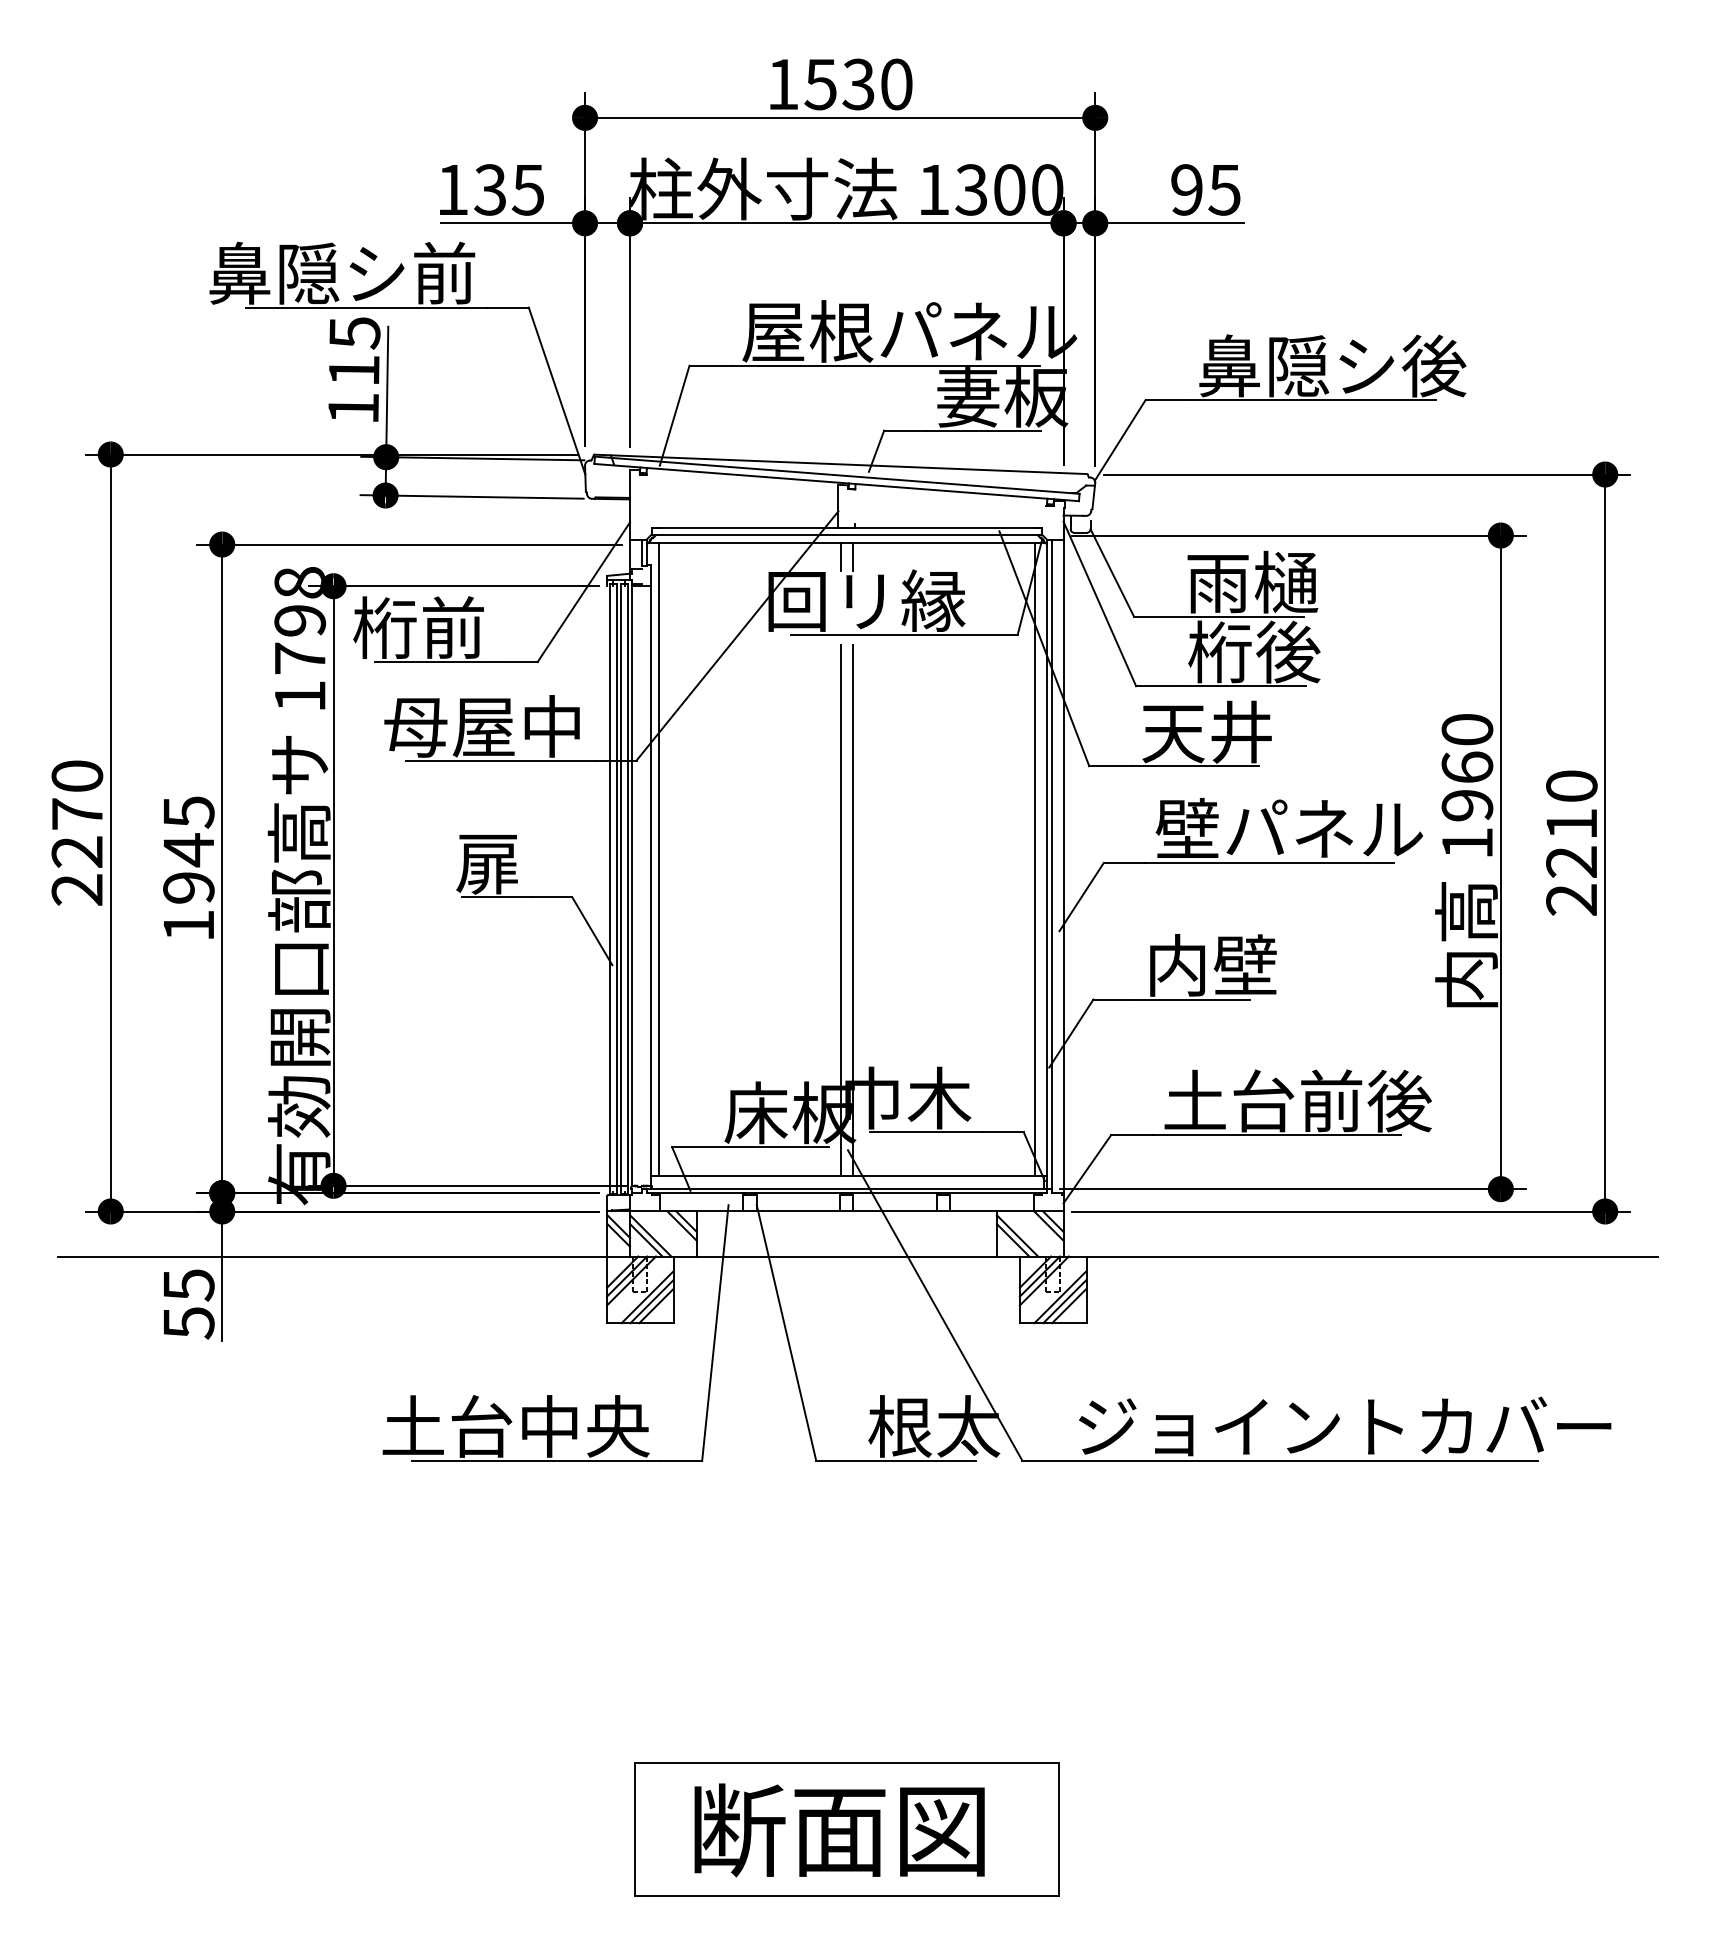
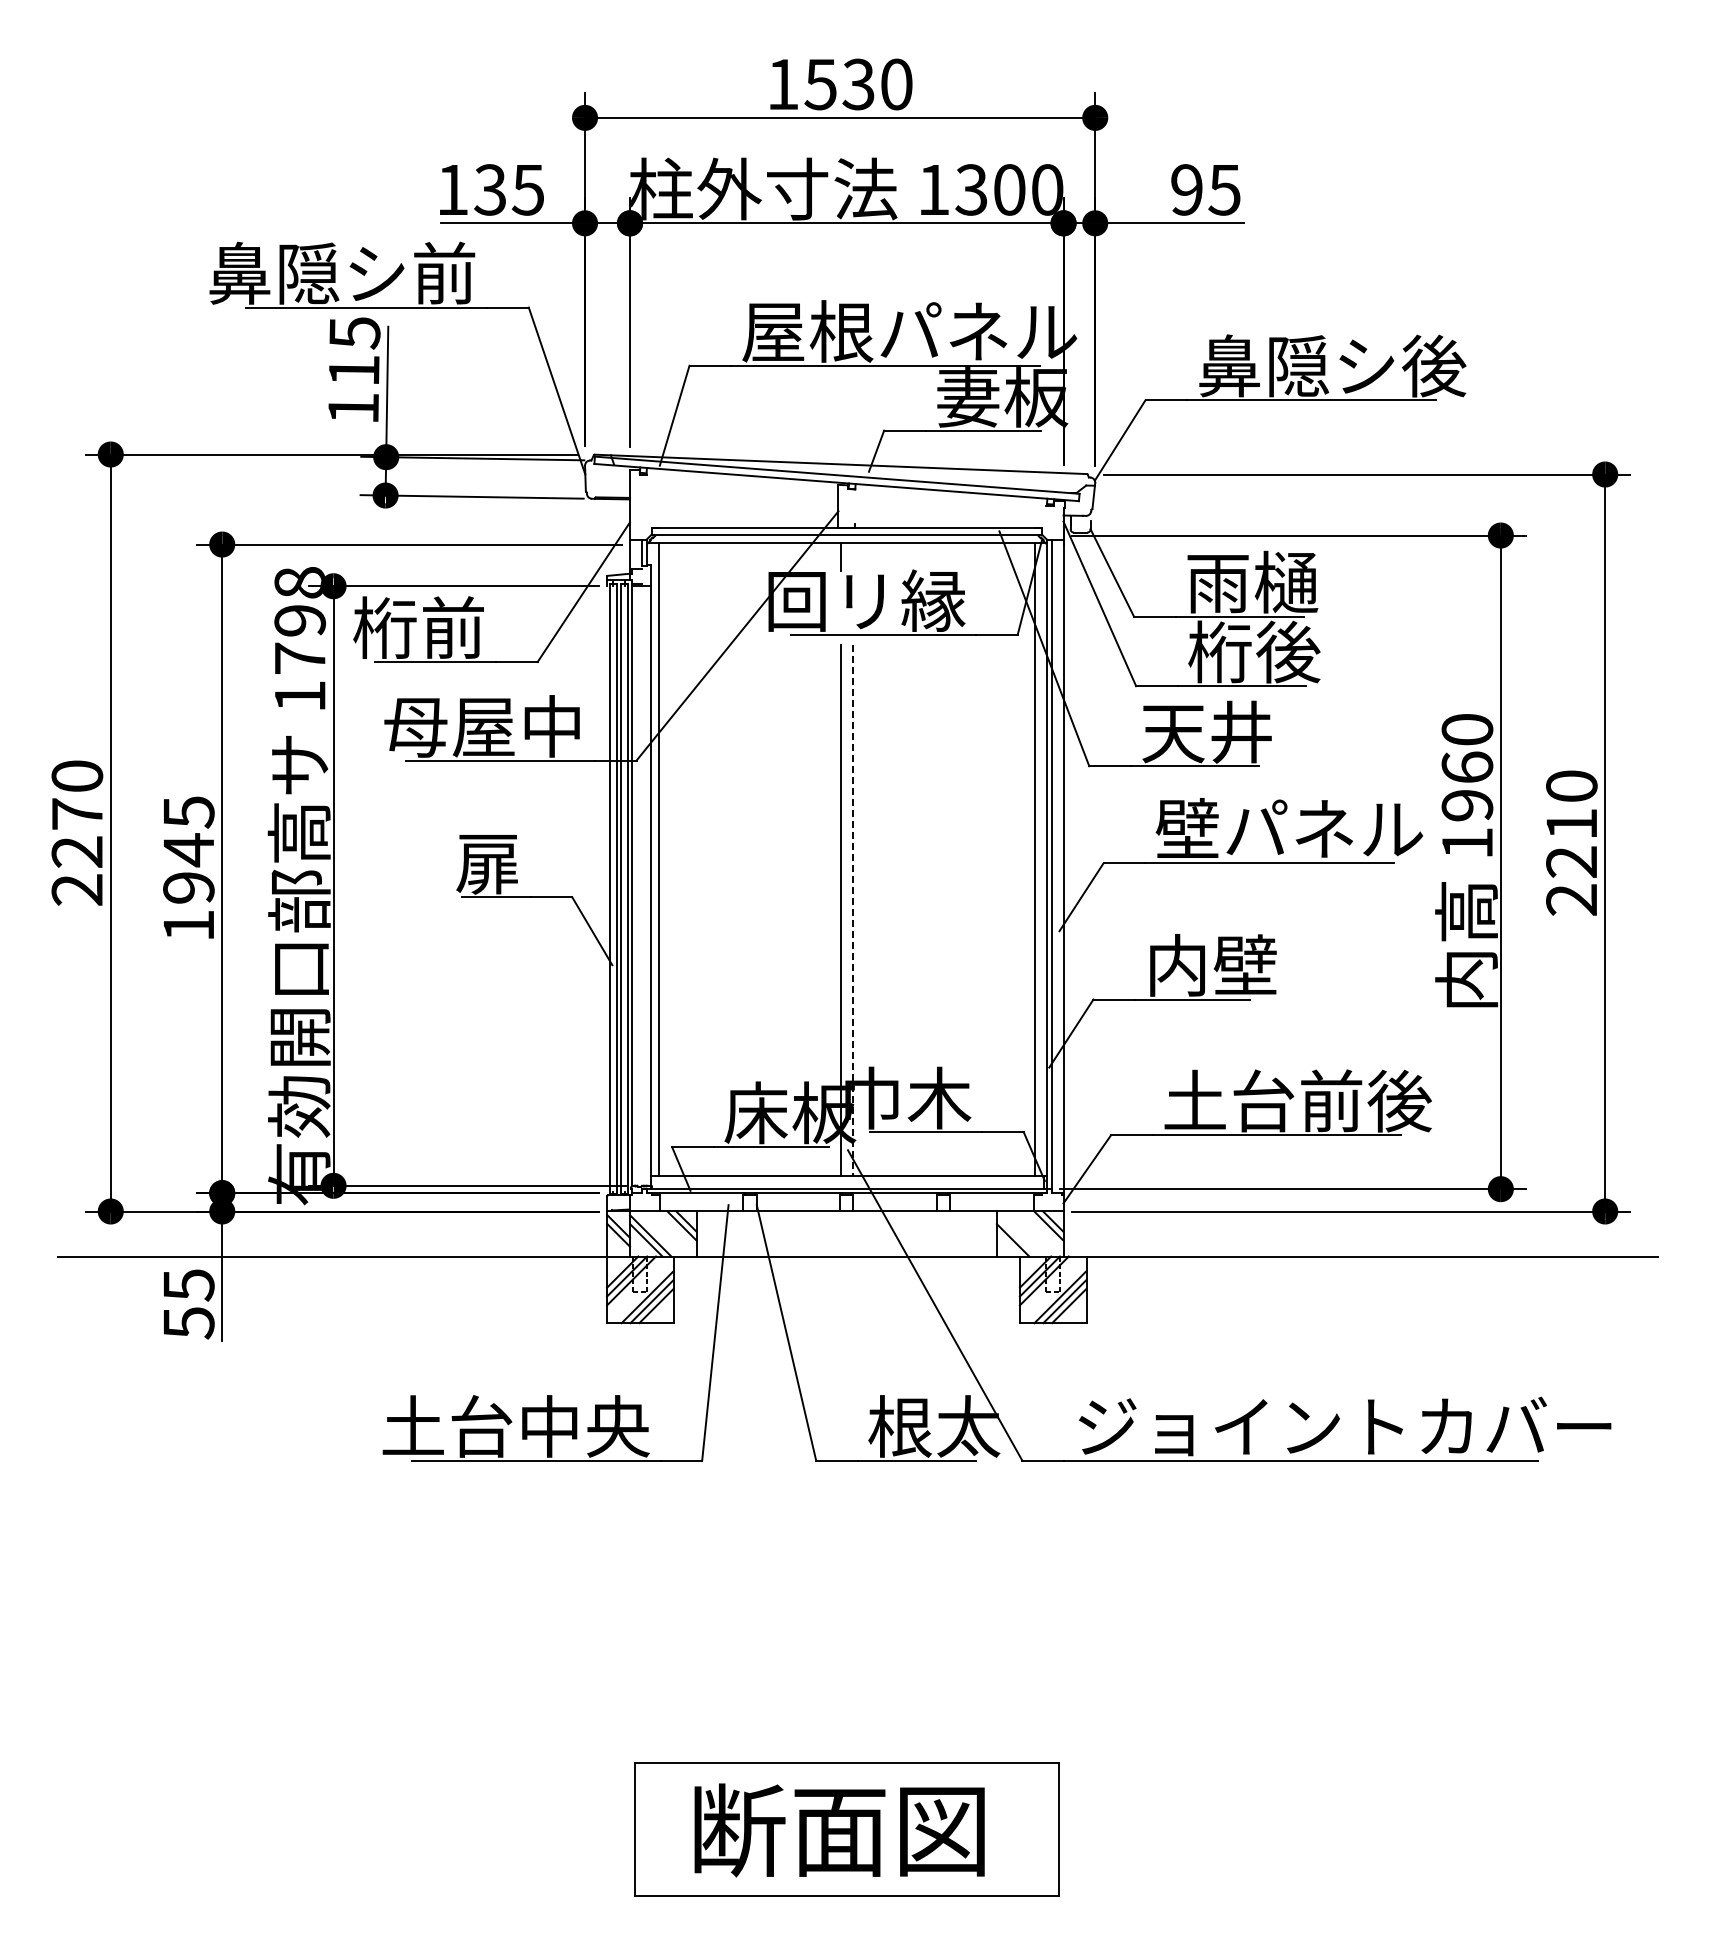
line at (852, 556): present -> none
line at (852, 910): solid -> dashed
line at (1017, 1235): present -> none
